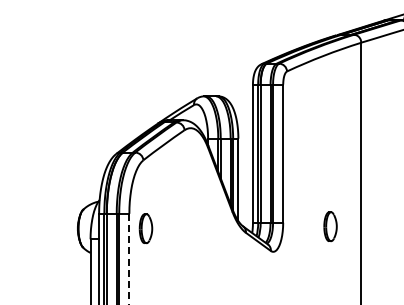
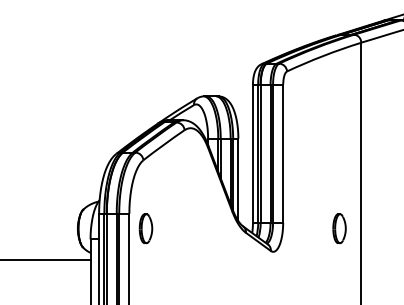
part at (330, 226) position: (330, 226) -> (339, 228)
line at (129, 259): dashed -> solid
line at (46, 260): none -> present
